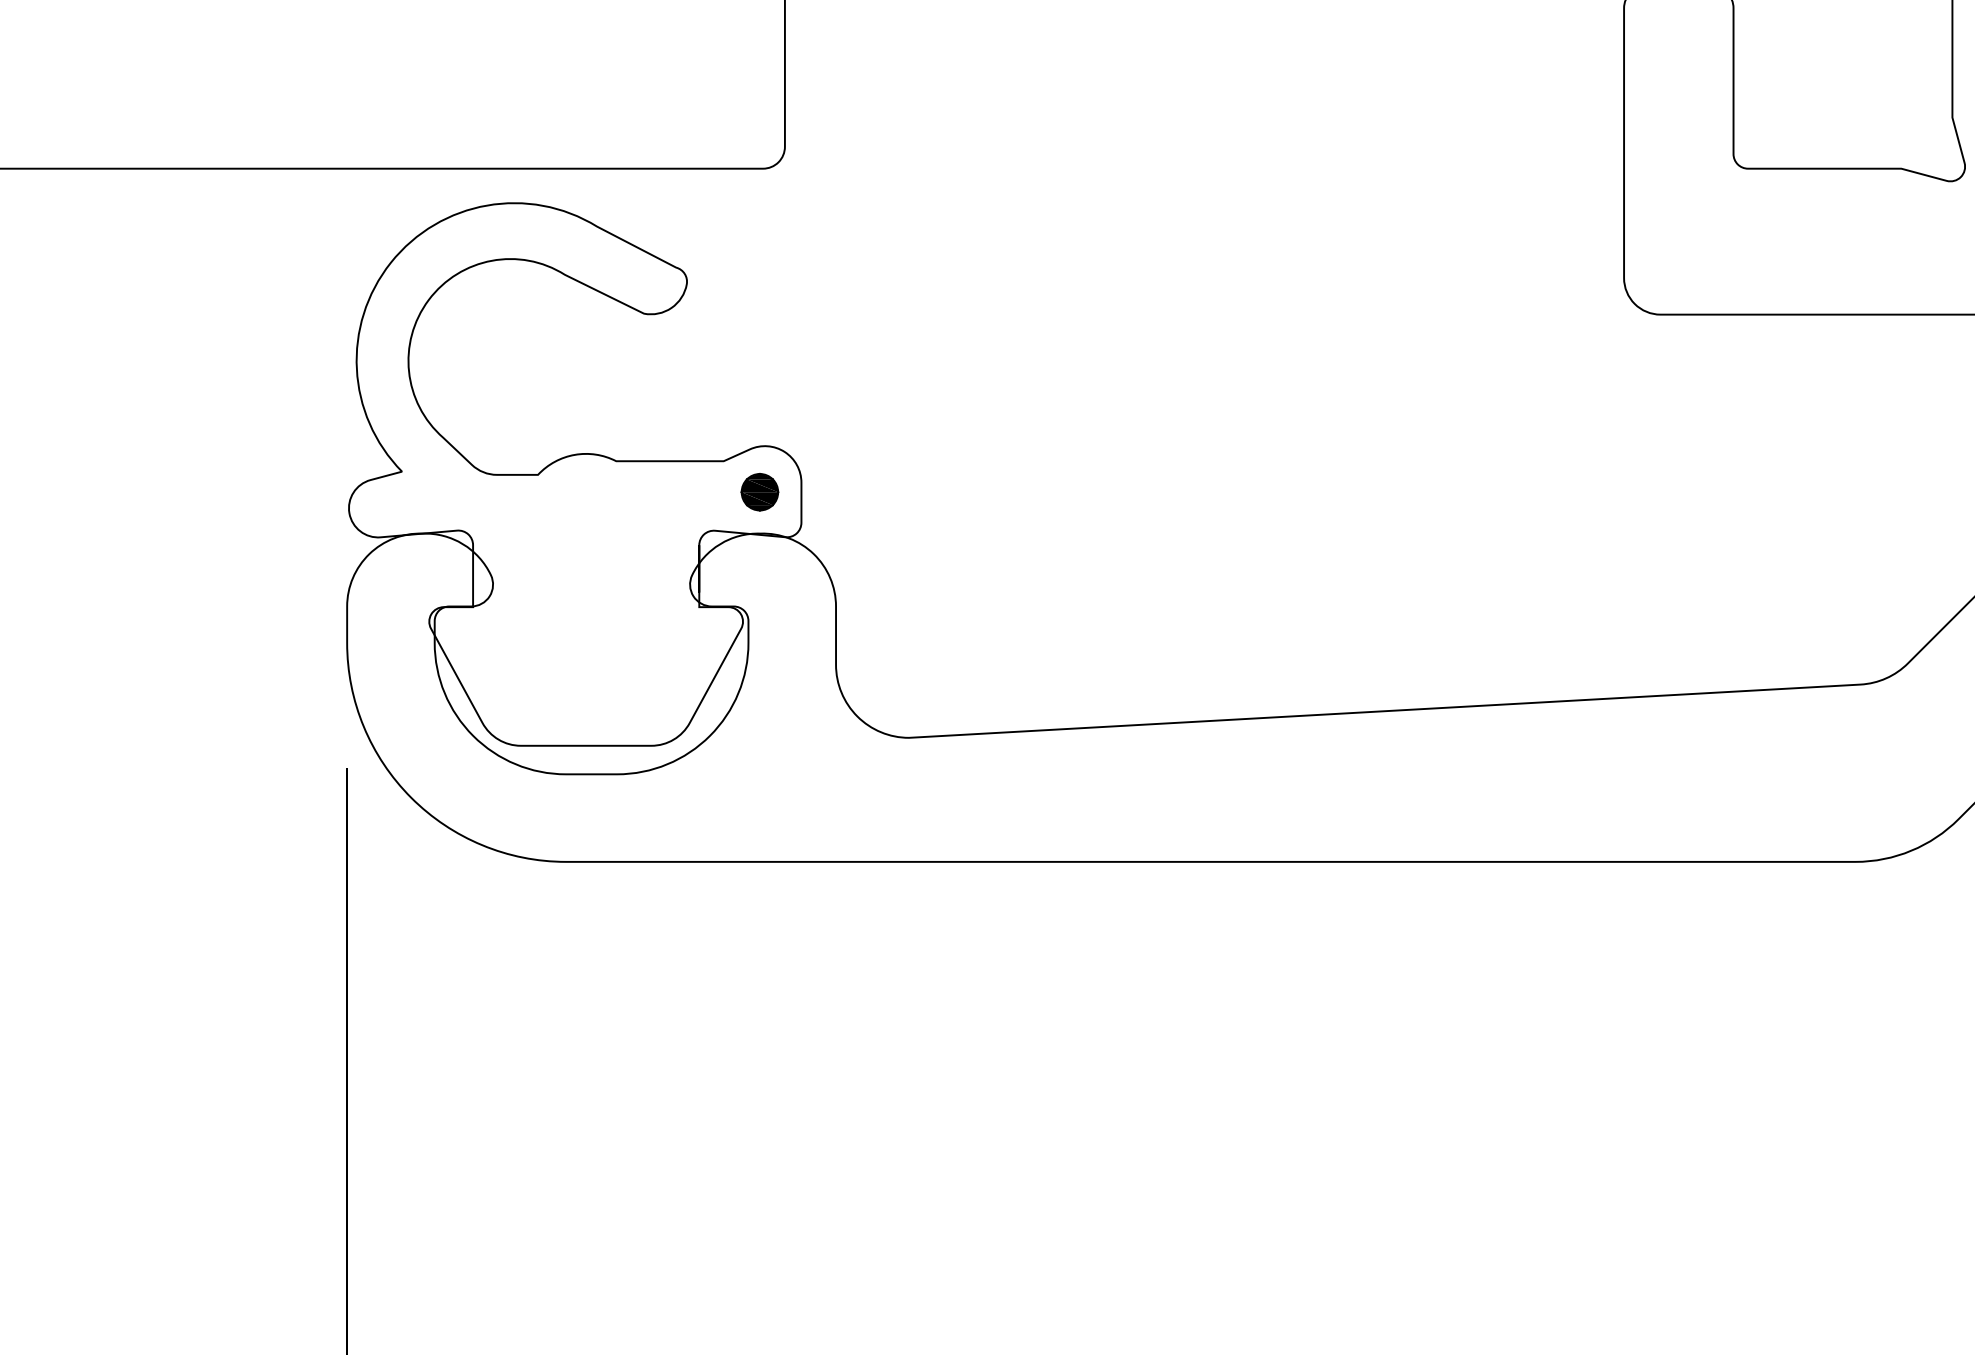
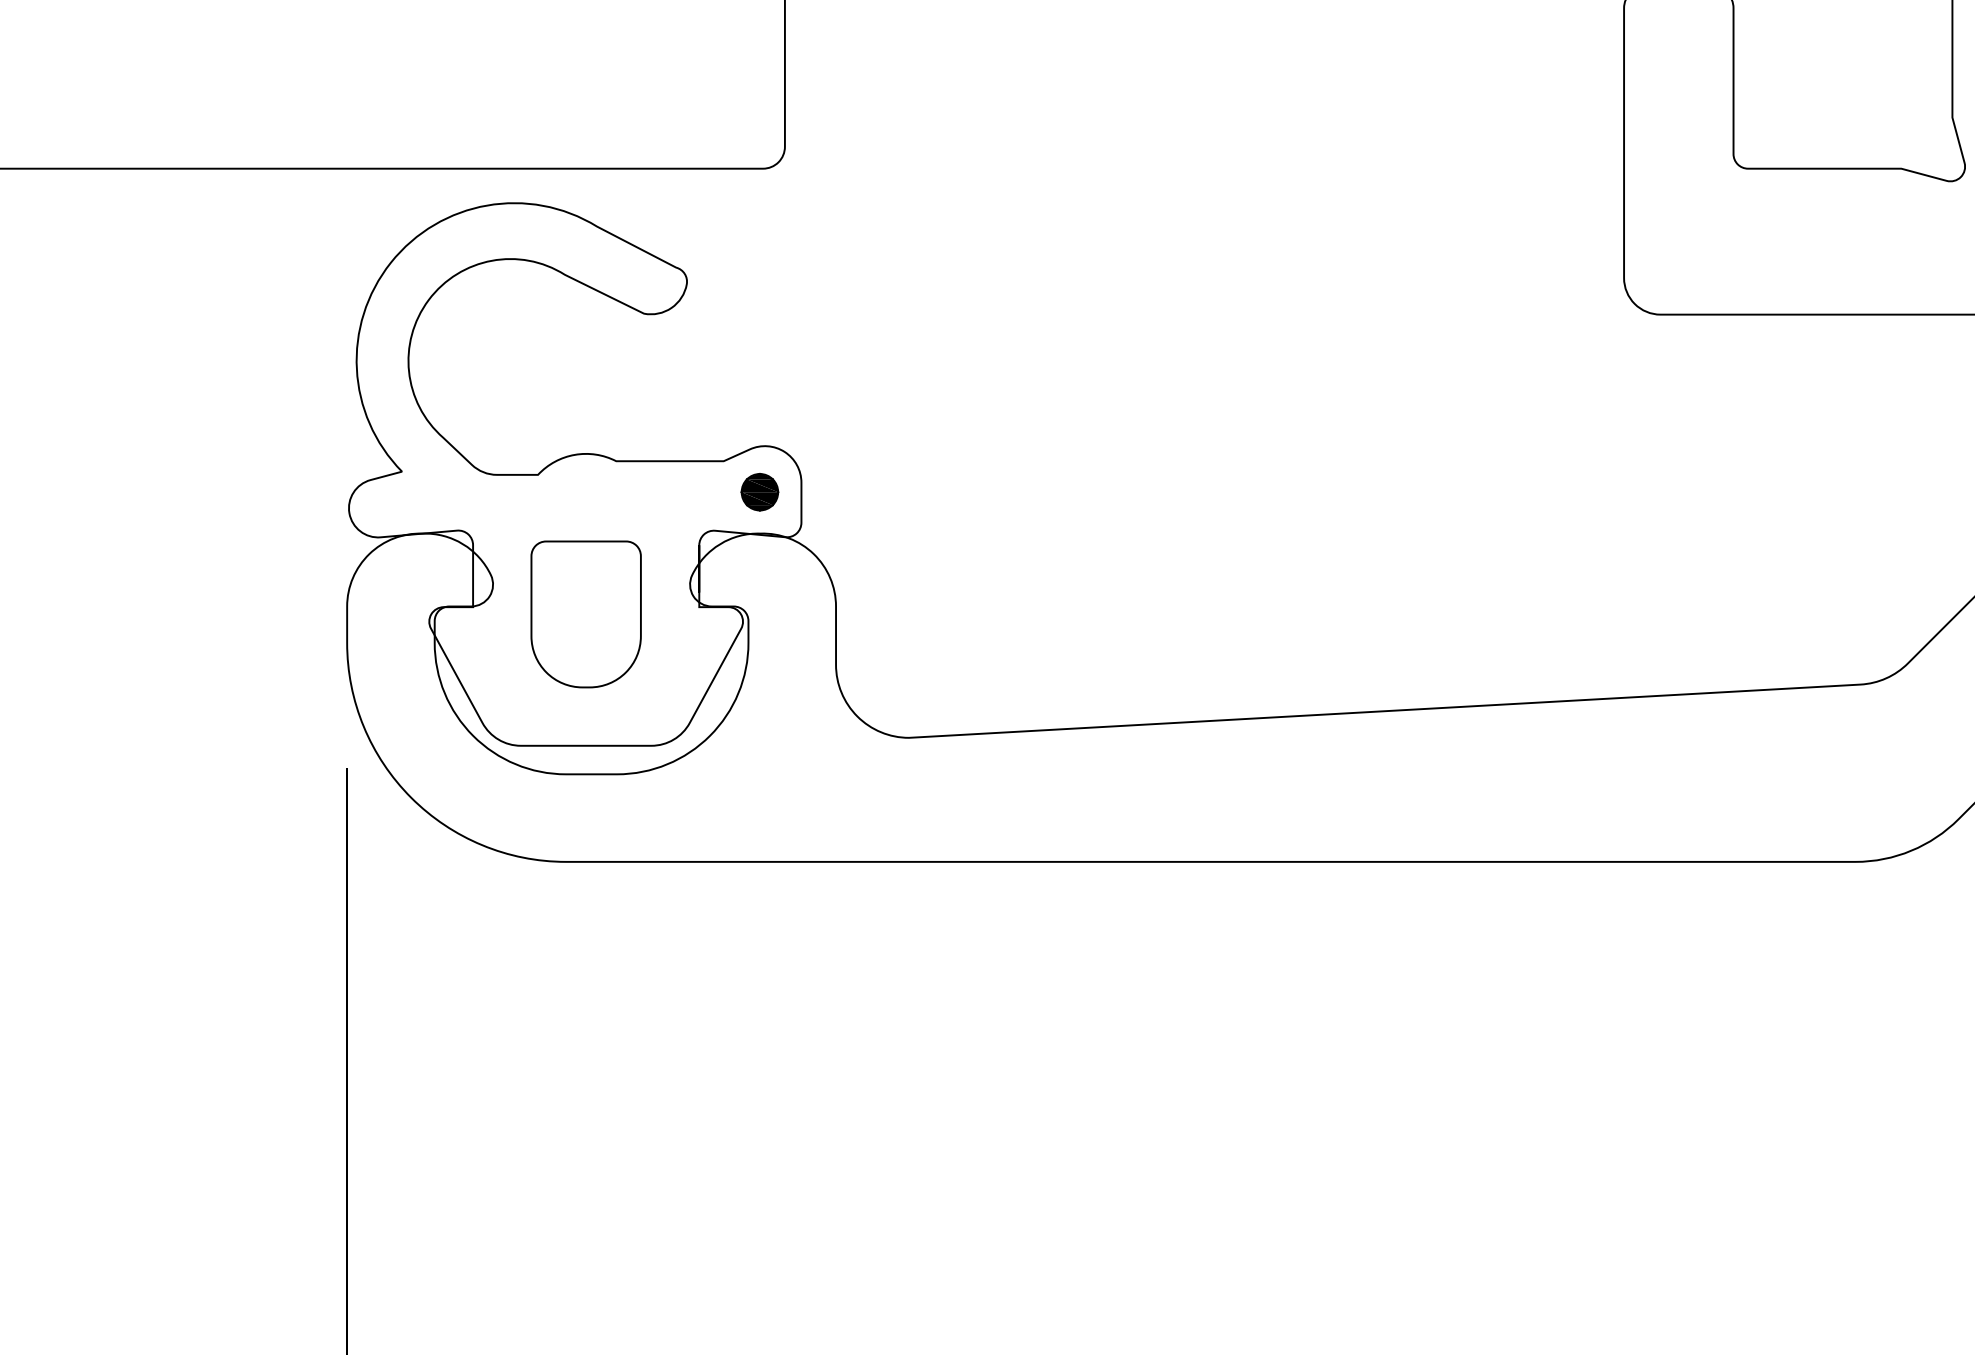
part at (585, 614): none -> present
